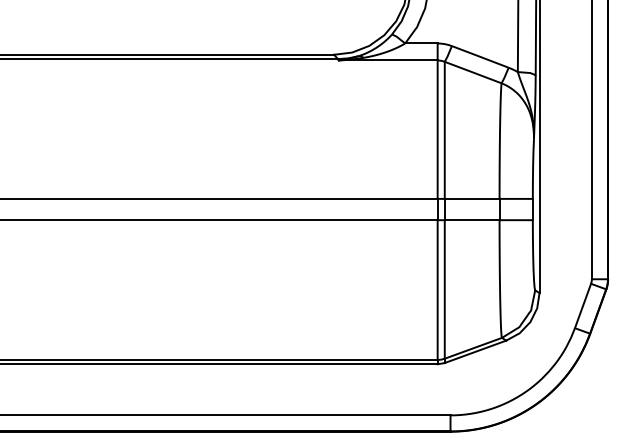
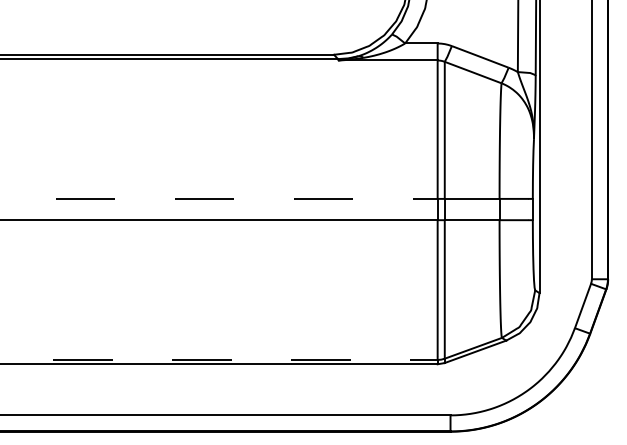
line at (219, 198): solid -> dashed
line at (219, 359): solid -> dashed
